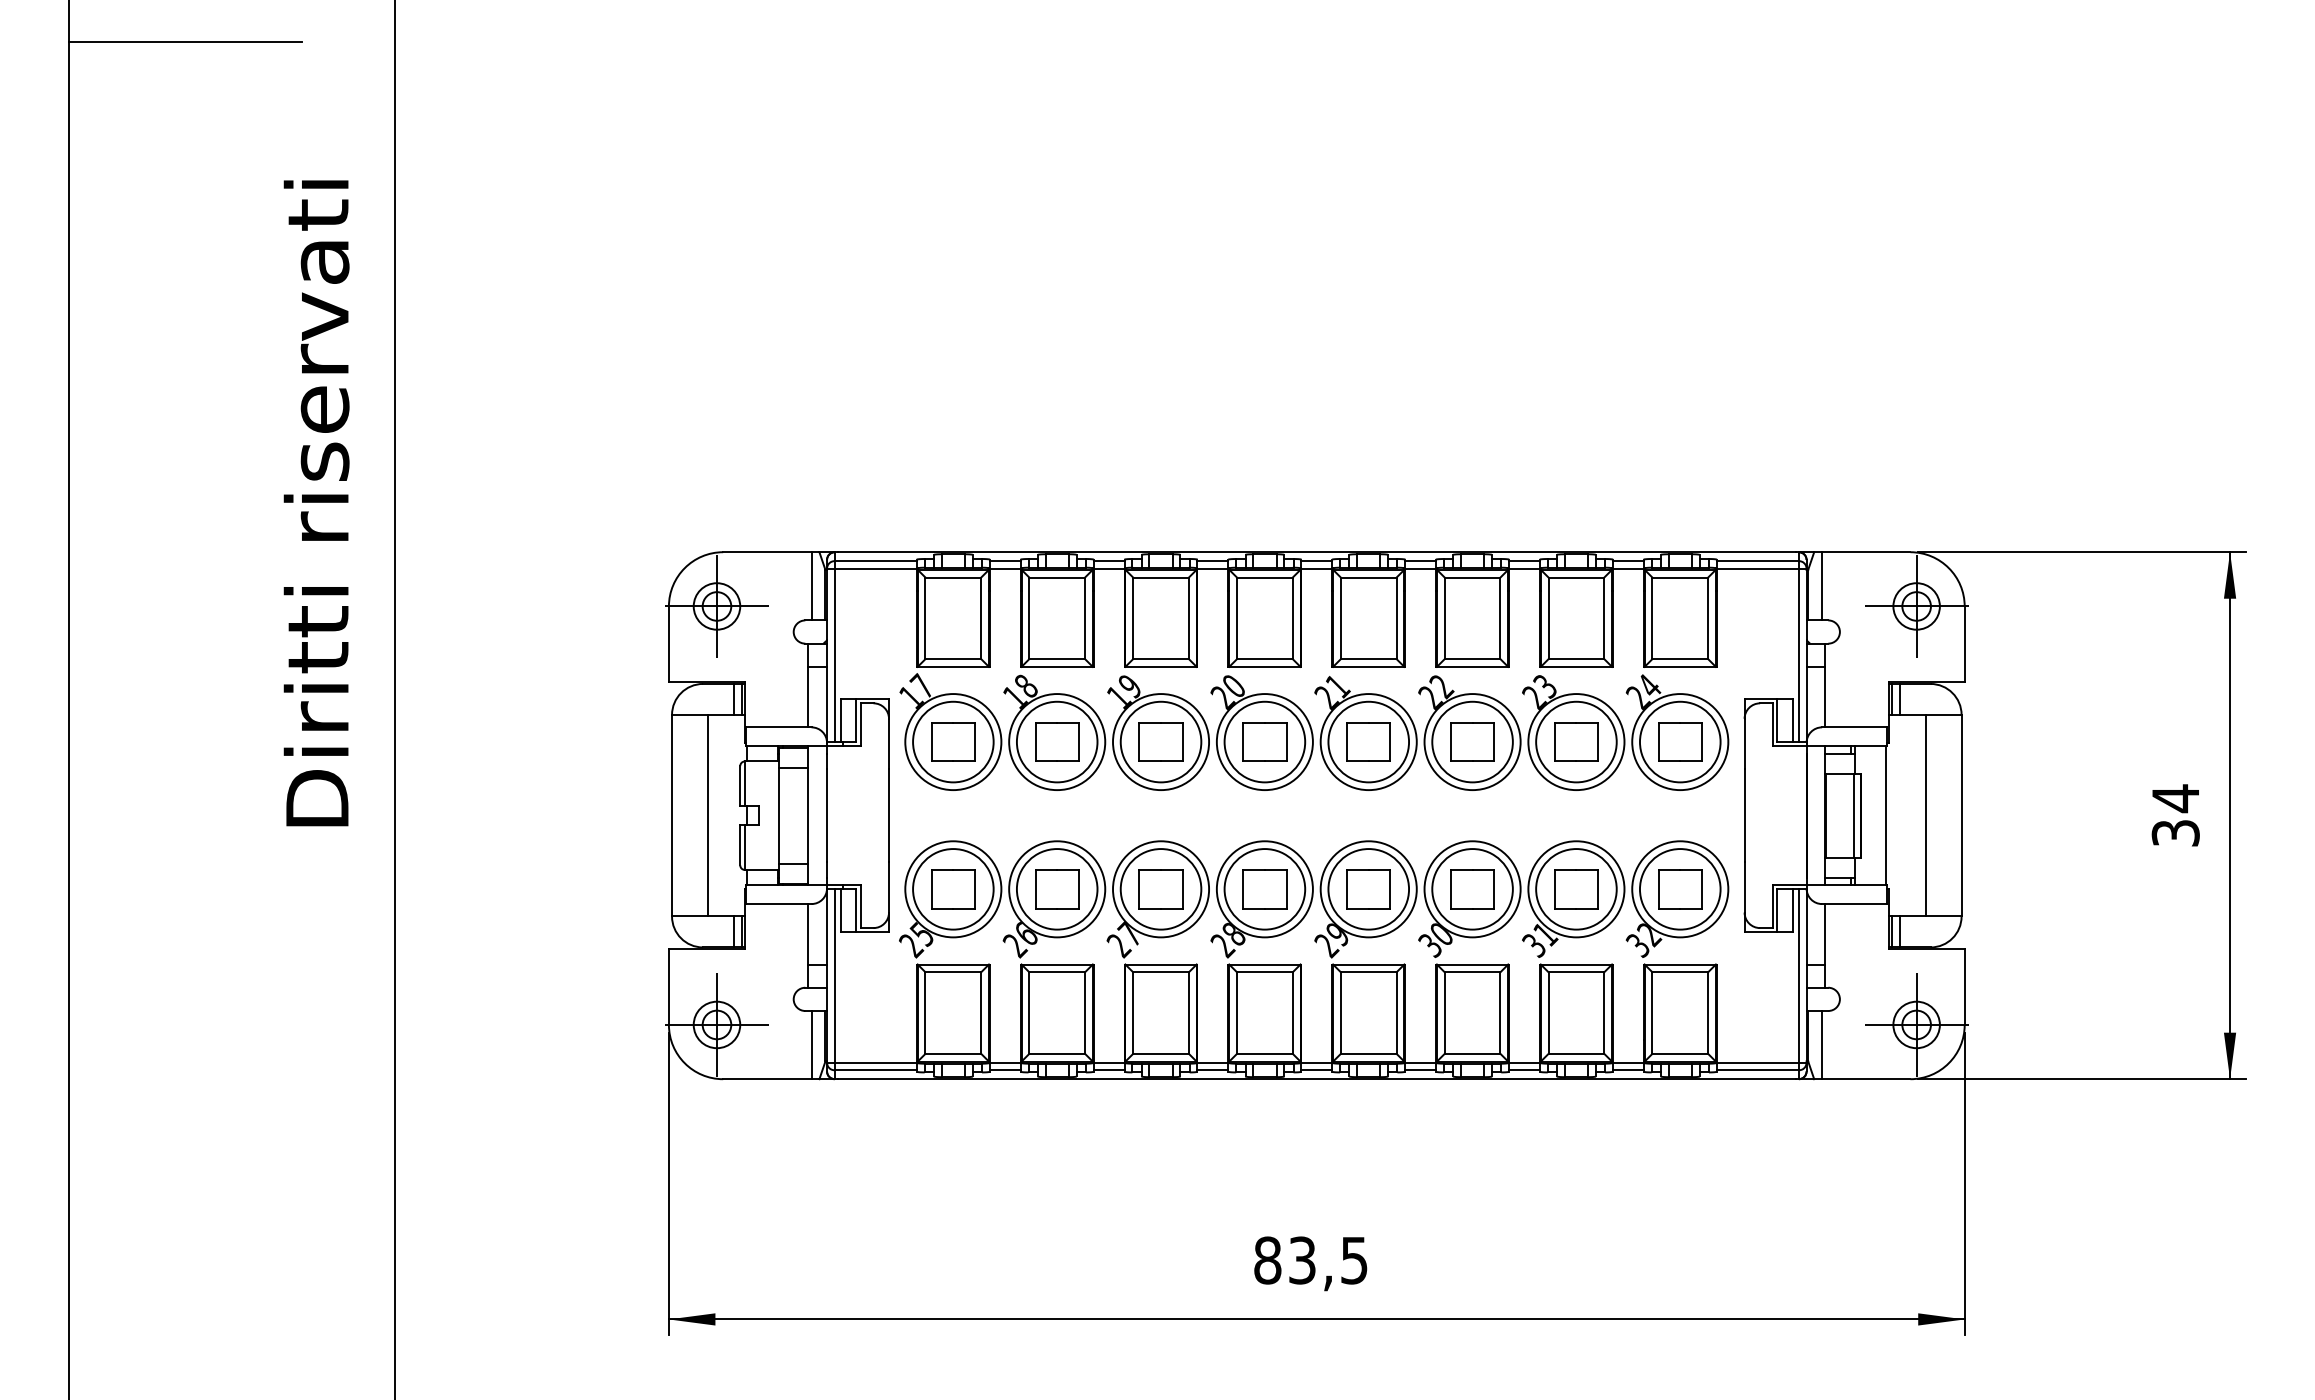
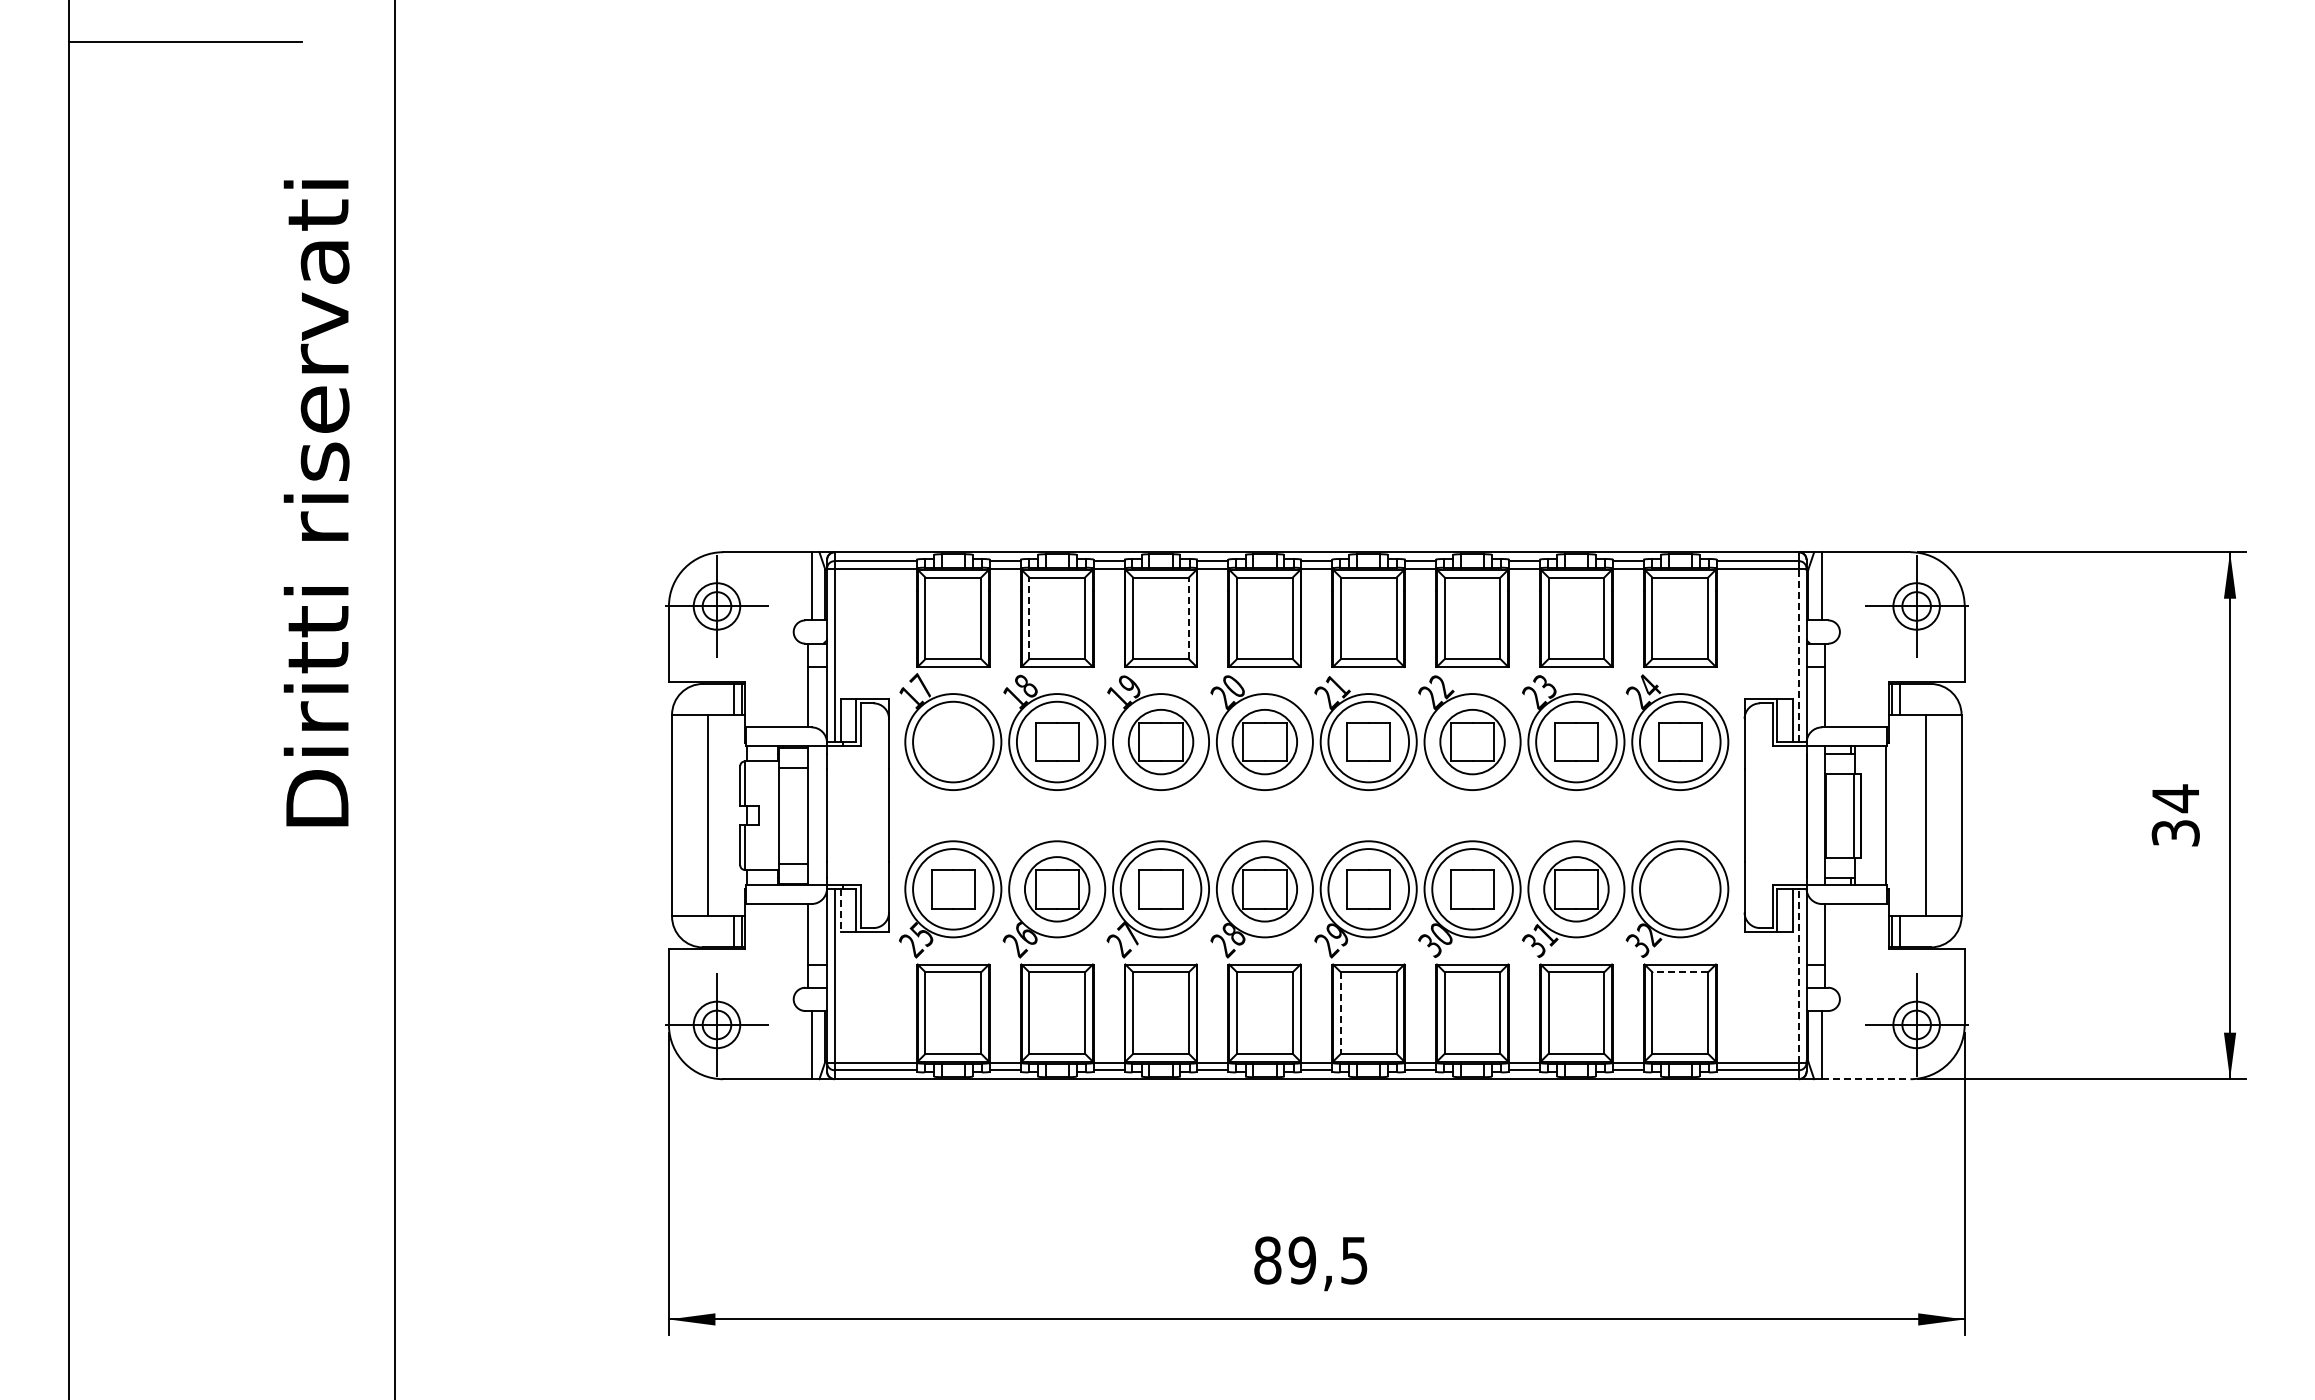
line at (1029, 618): solid -> dashed
line at (1188, 618): solid -> dashed
line at (1798, 655): solid -> dashed
part at (953, 741): present -> none
circle at (1160, 741) diameter: 81 px -> 64 px
circle at (1264, 741) diameter: 81 px -> 64 px
circle at (1472, 741) diameter: 81 px -> 64 px
circle at (1056, 889) diameter: 81 px -> 64 px
circle at (1264, 889) diameter: 81 px -> 64 px
circle at (1576, 889) diameter: 81 px -> 64 px
part at (1680, 889): present -> none
line at (840, 911): solid -> dashed
line at (1680, 972): solid -> dashed
line at (1798, 975): solid -> dashed
line at (1340, 1013): solid -> dashed
line at (1866, 1079): solid -> dashed
text at (1301, 1260): 83,5 -> 89,5
